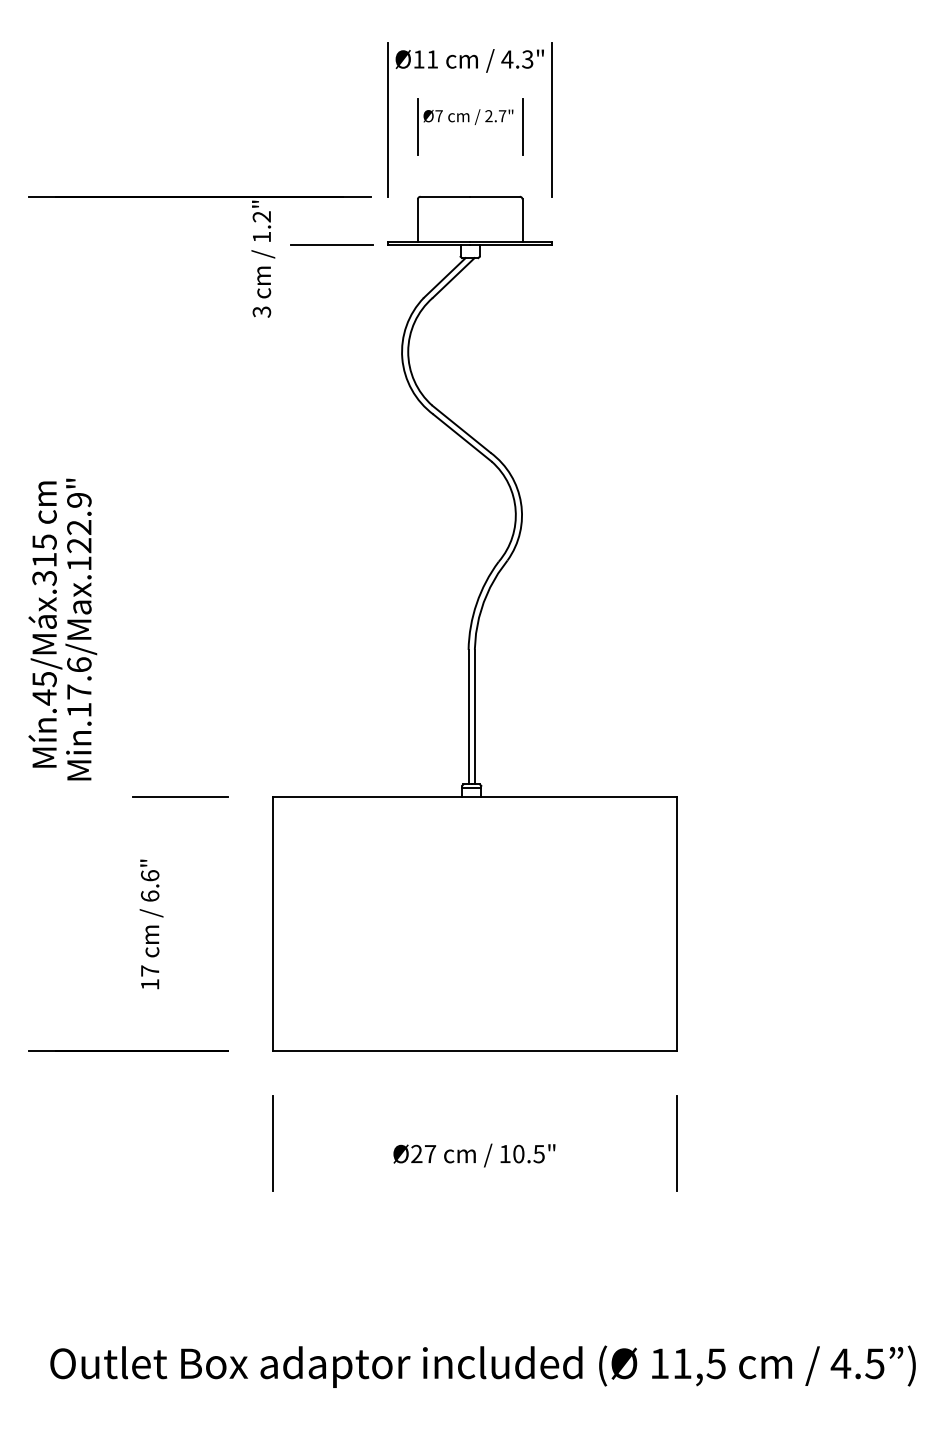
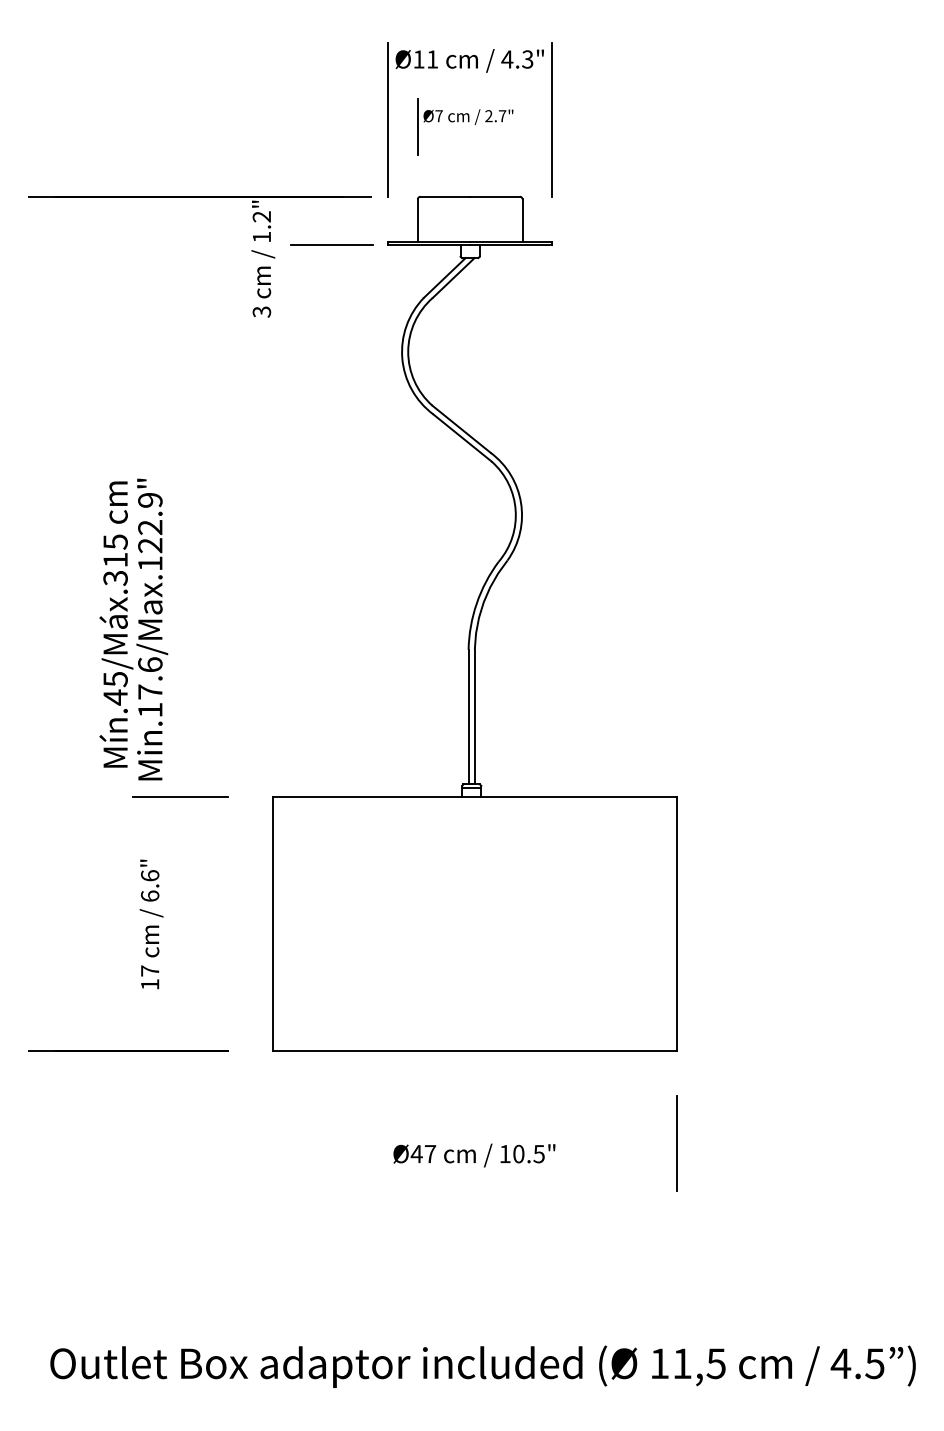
line at (522, 126): present -> none
text at (62, 629) position: (62, 629) -> (133, 629)
line at (272, 1143): present -> none
text at (416, 1153): Ø27 -> Ø47
